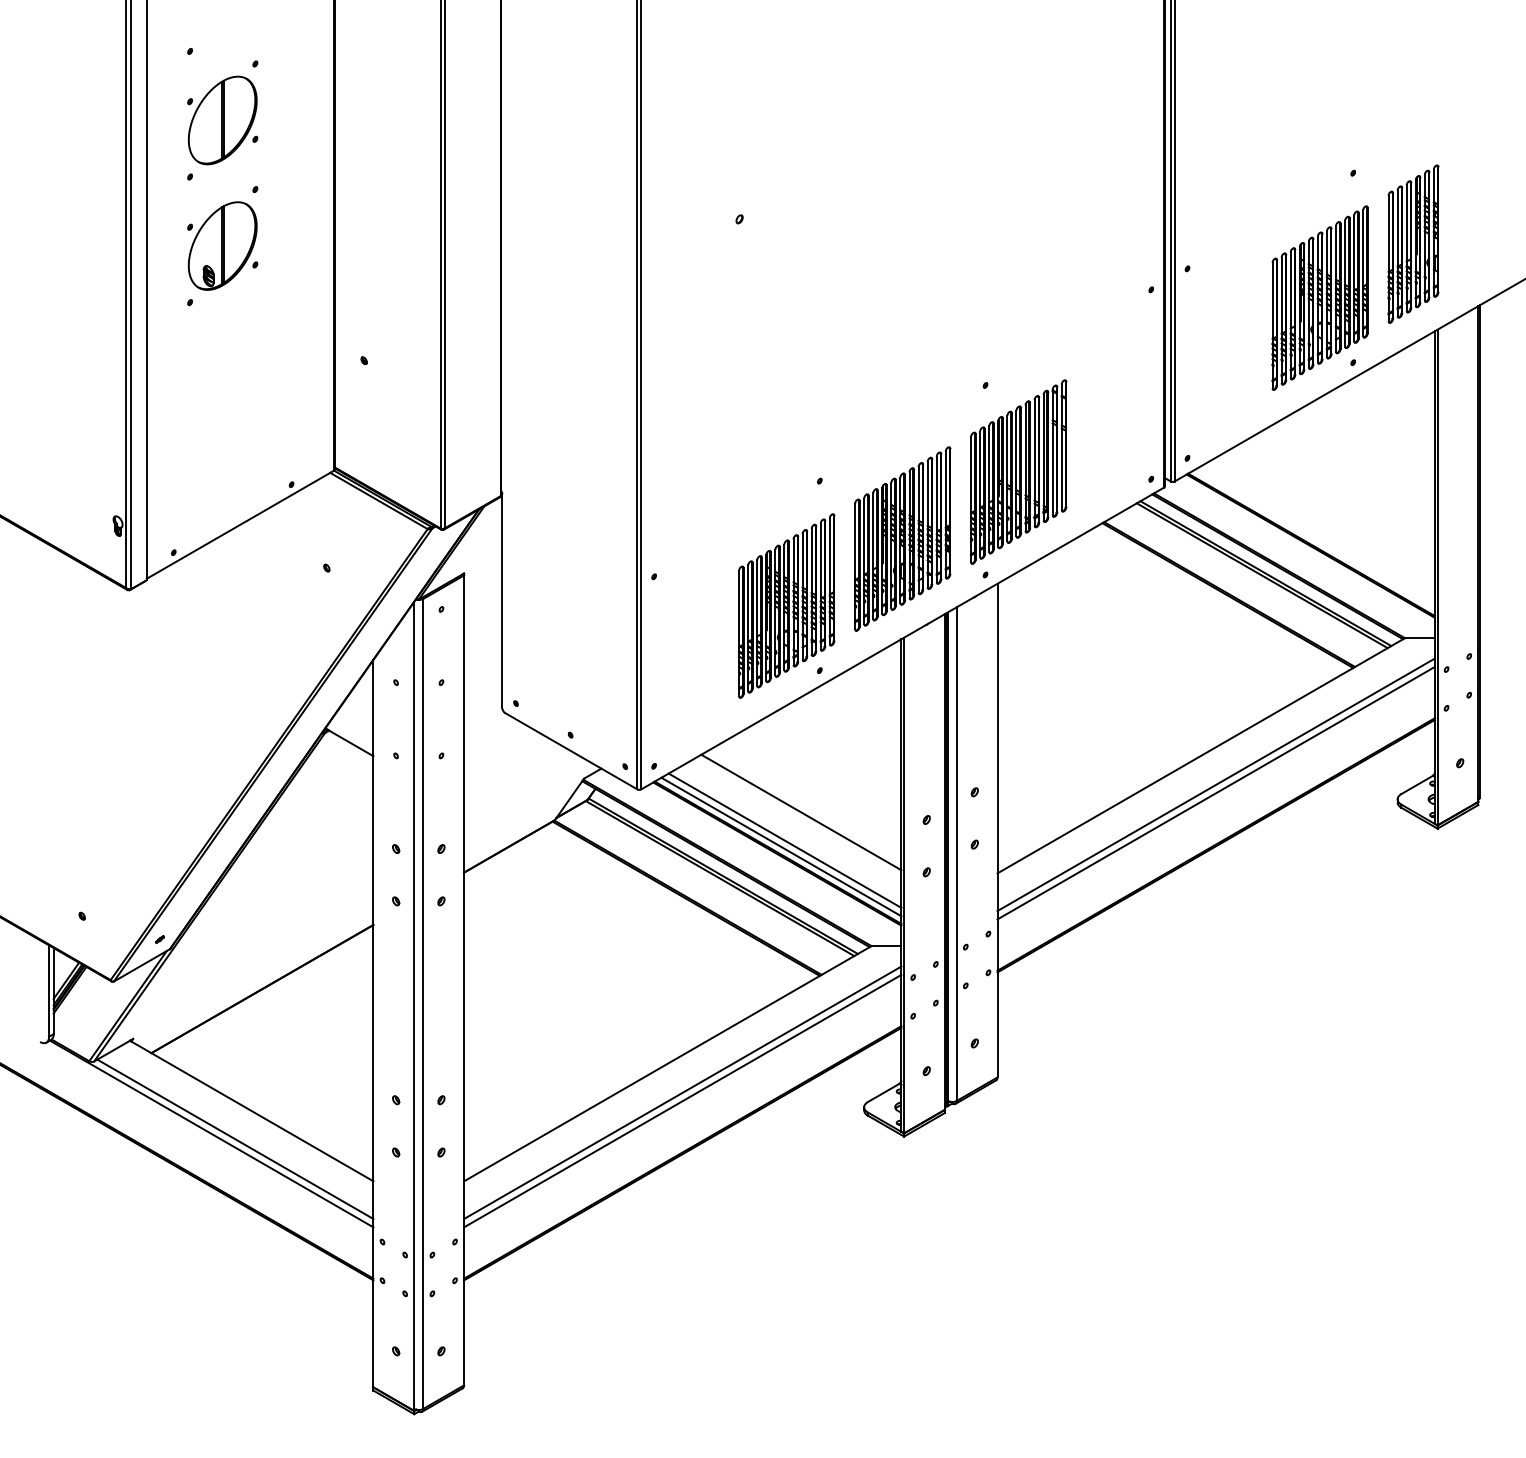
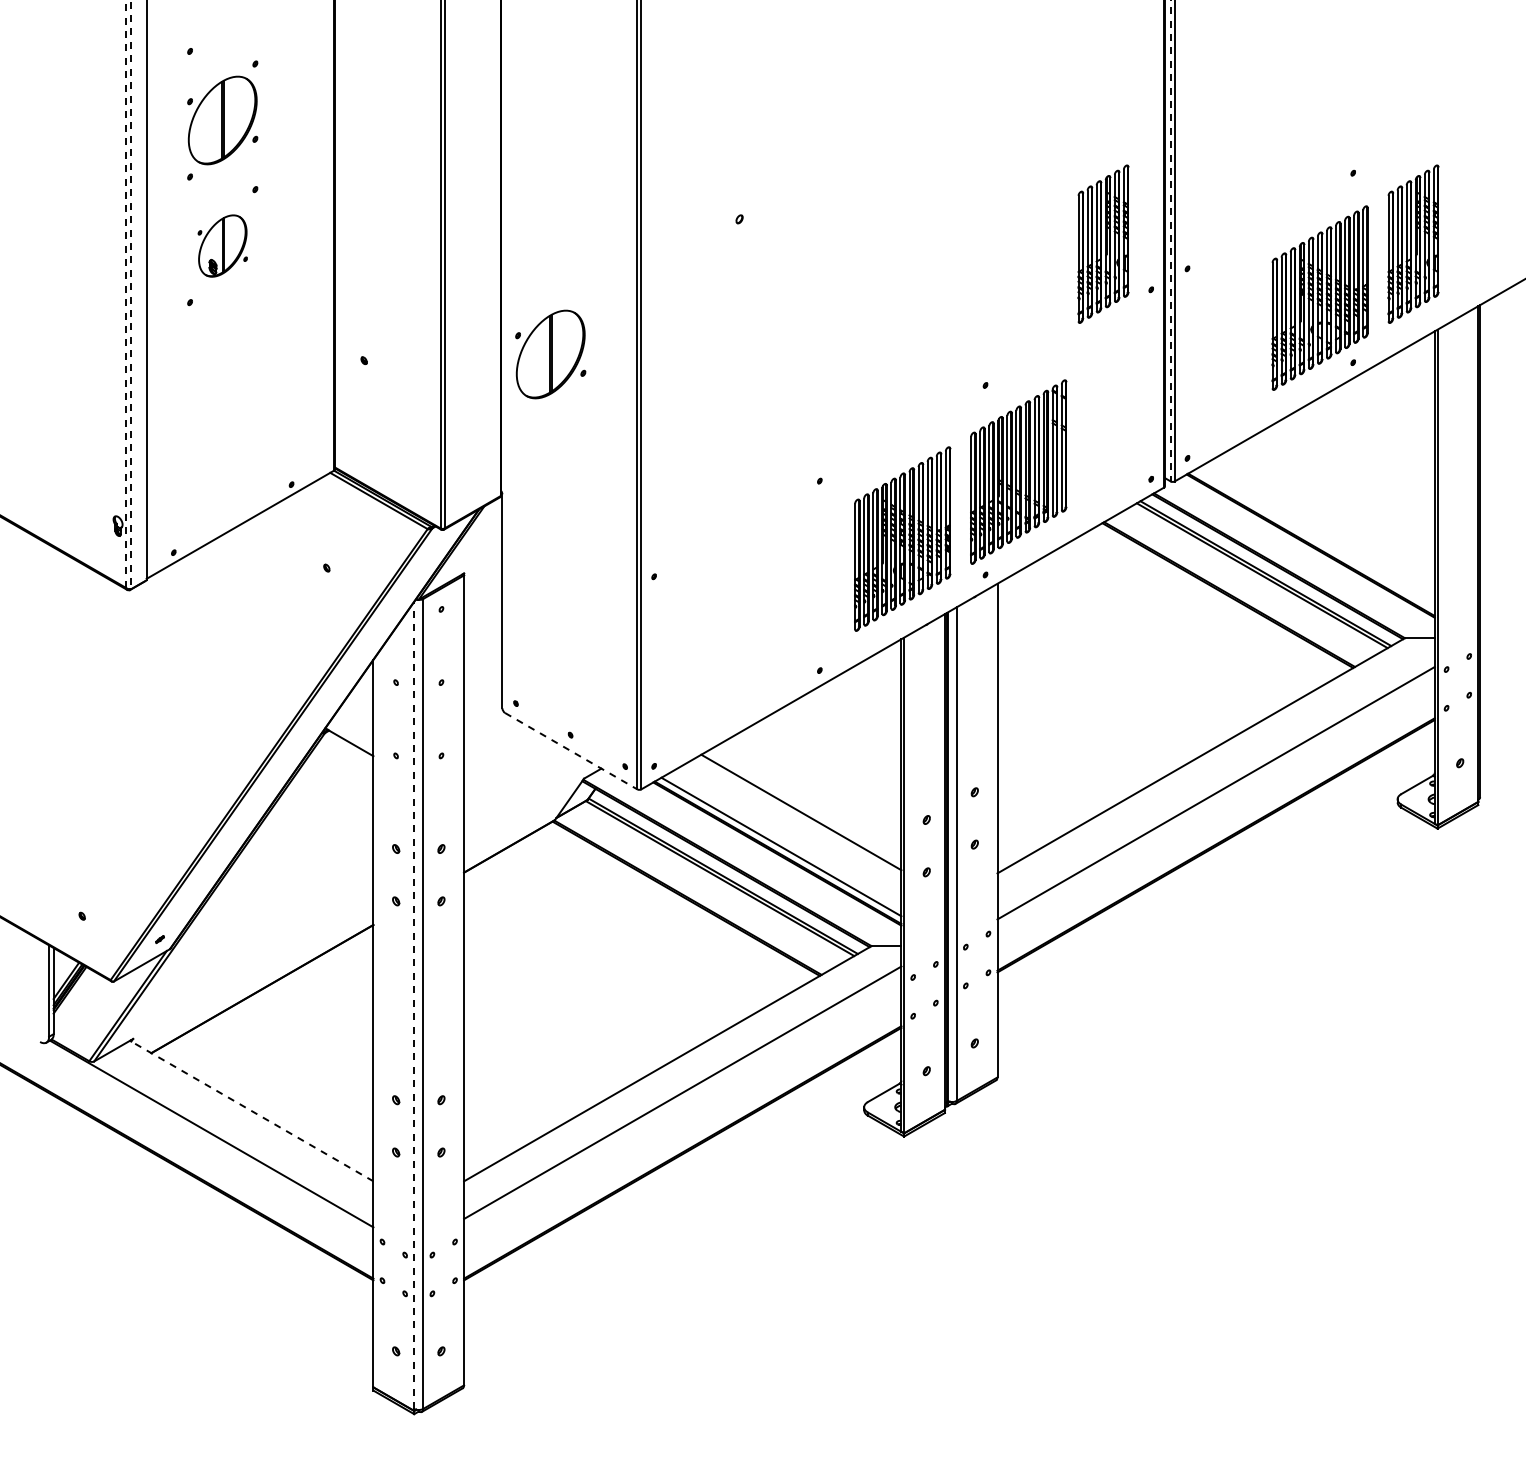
line at (1170, 241): solid -> dashed
part at (1103, 243): none -> present
part at (222, 245) size: 72x90 px -> 51x64 px
line at (125, 294): solid -> dashed
line at (131, 295): solid -> dashed
part at (550, 354): none -> present
part at (786, 605): present -> none
line at (571, 751): solid -> dashed
line at (1215, 784): present -> none
line at (784, 840): present -> none
line at (414, 1005): solid -> dashed
line at (682, 1100): present -> none
line at (251, 1111): solid -> dashed
line at (235, 1139): present -> none
